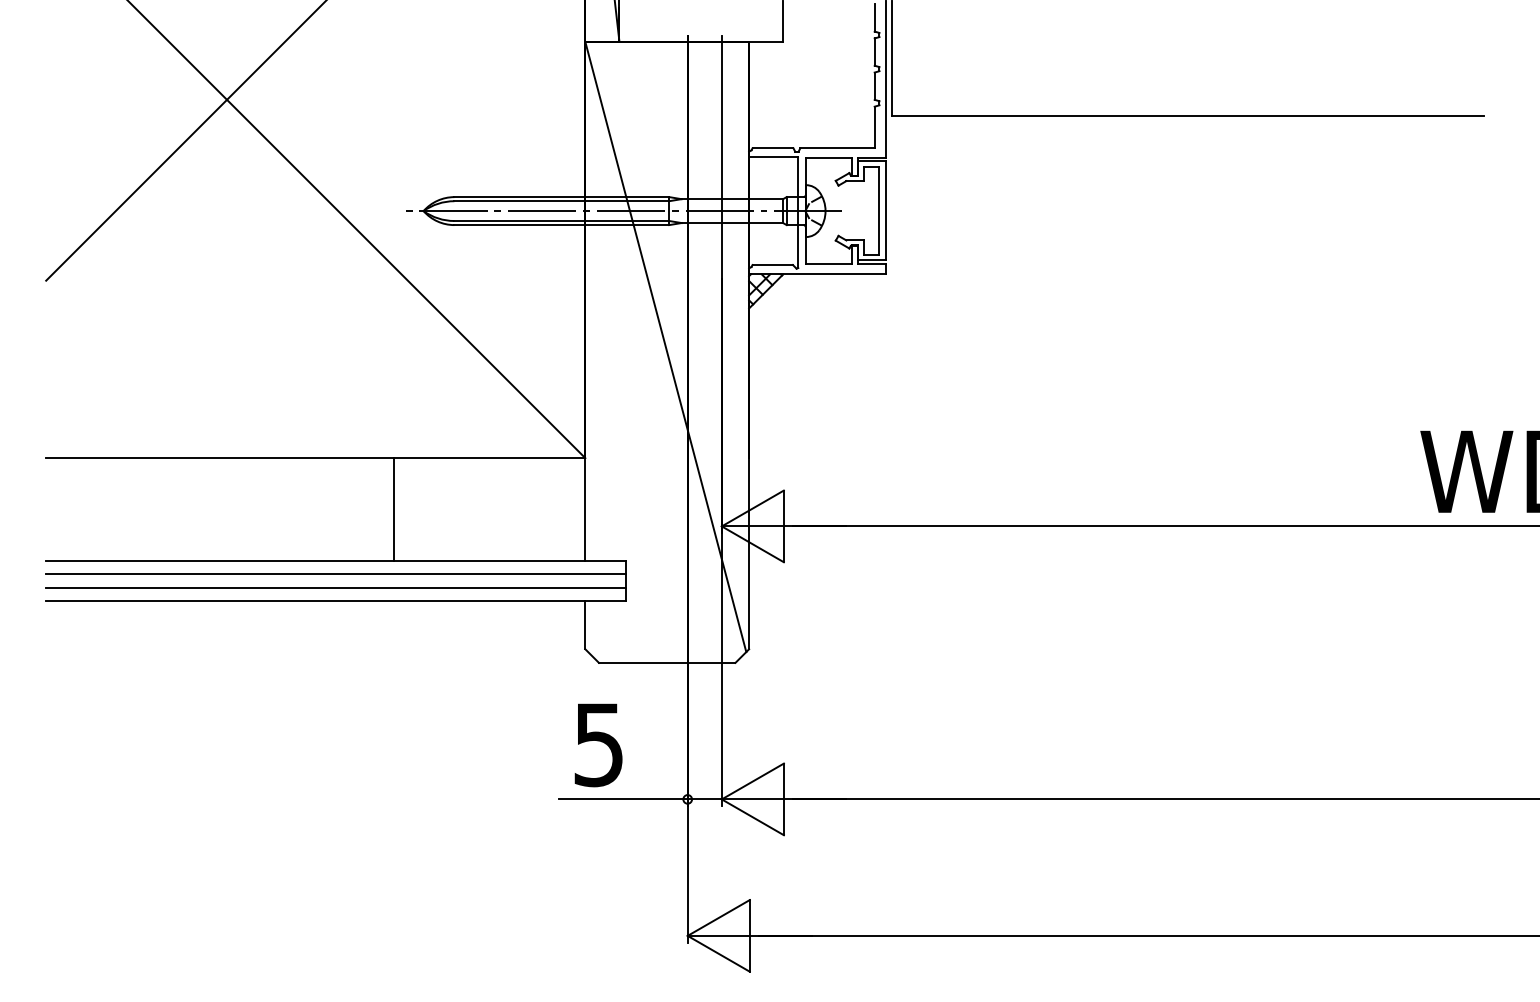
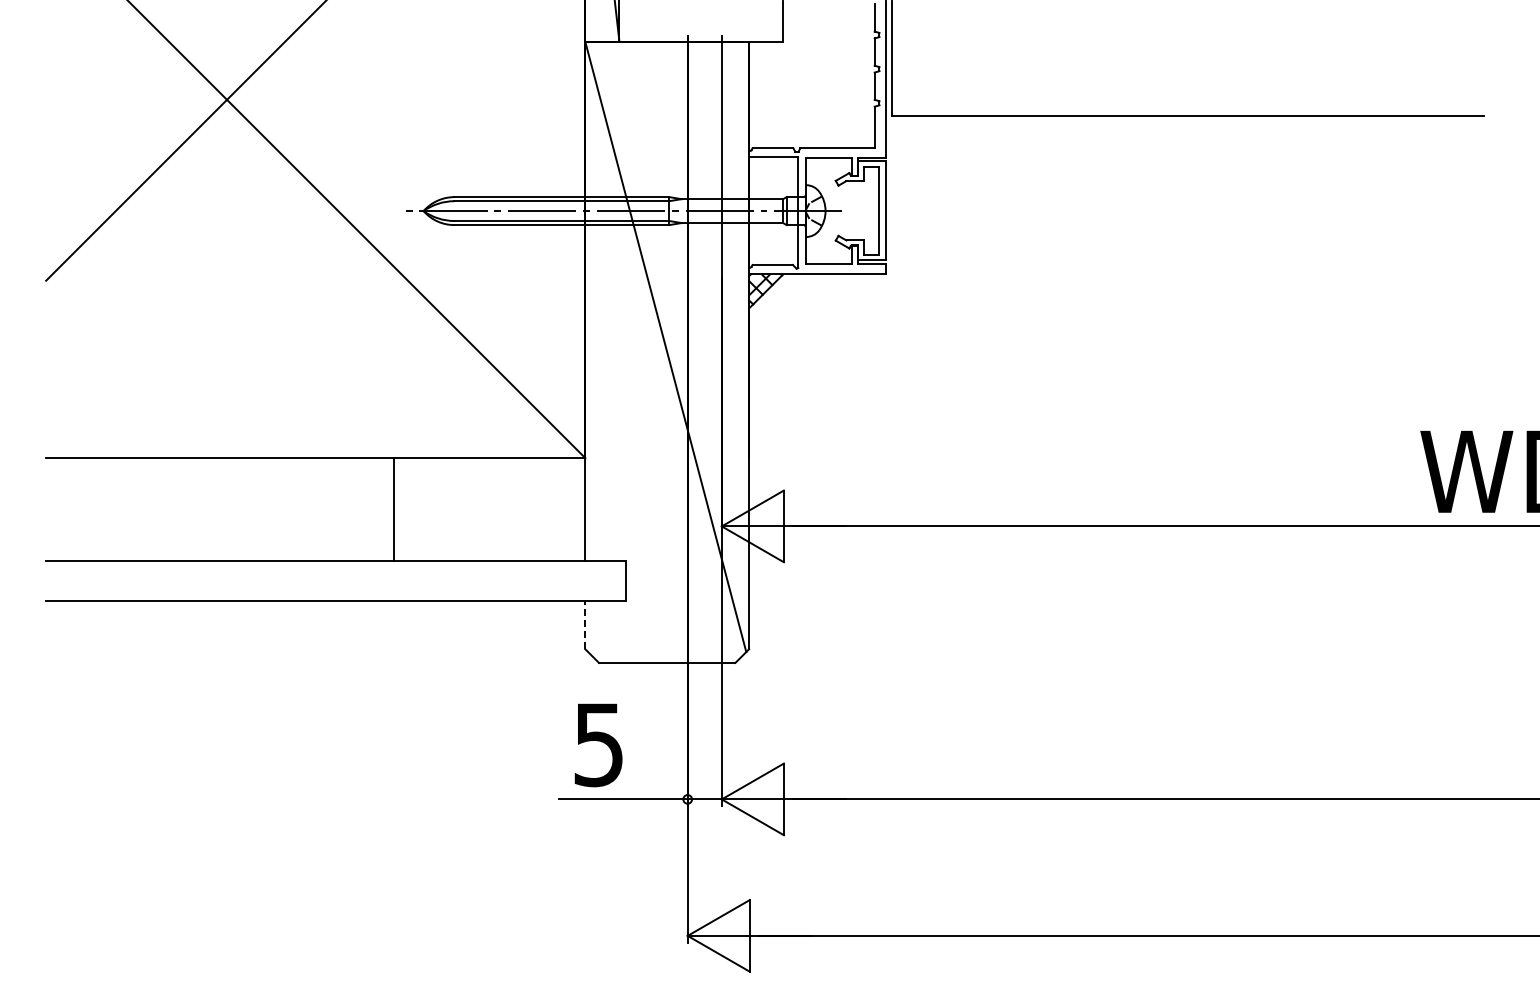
line at (336, 574): present -> none
line at (336, 587): present -> none
line at (585, 625): solid -> dashed
